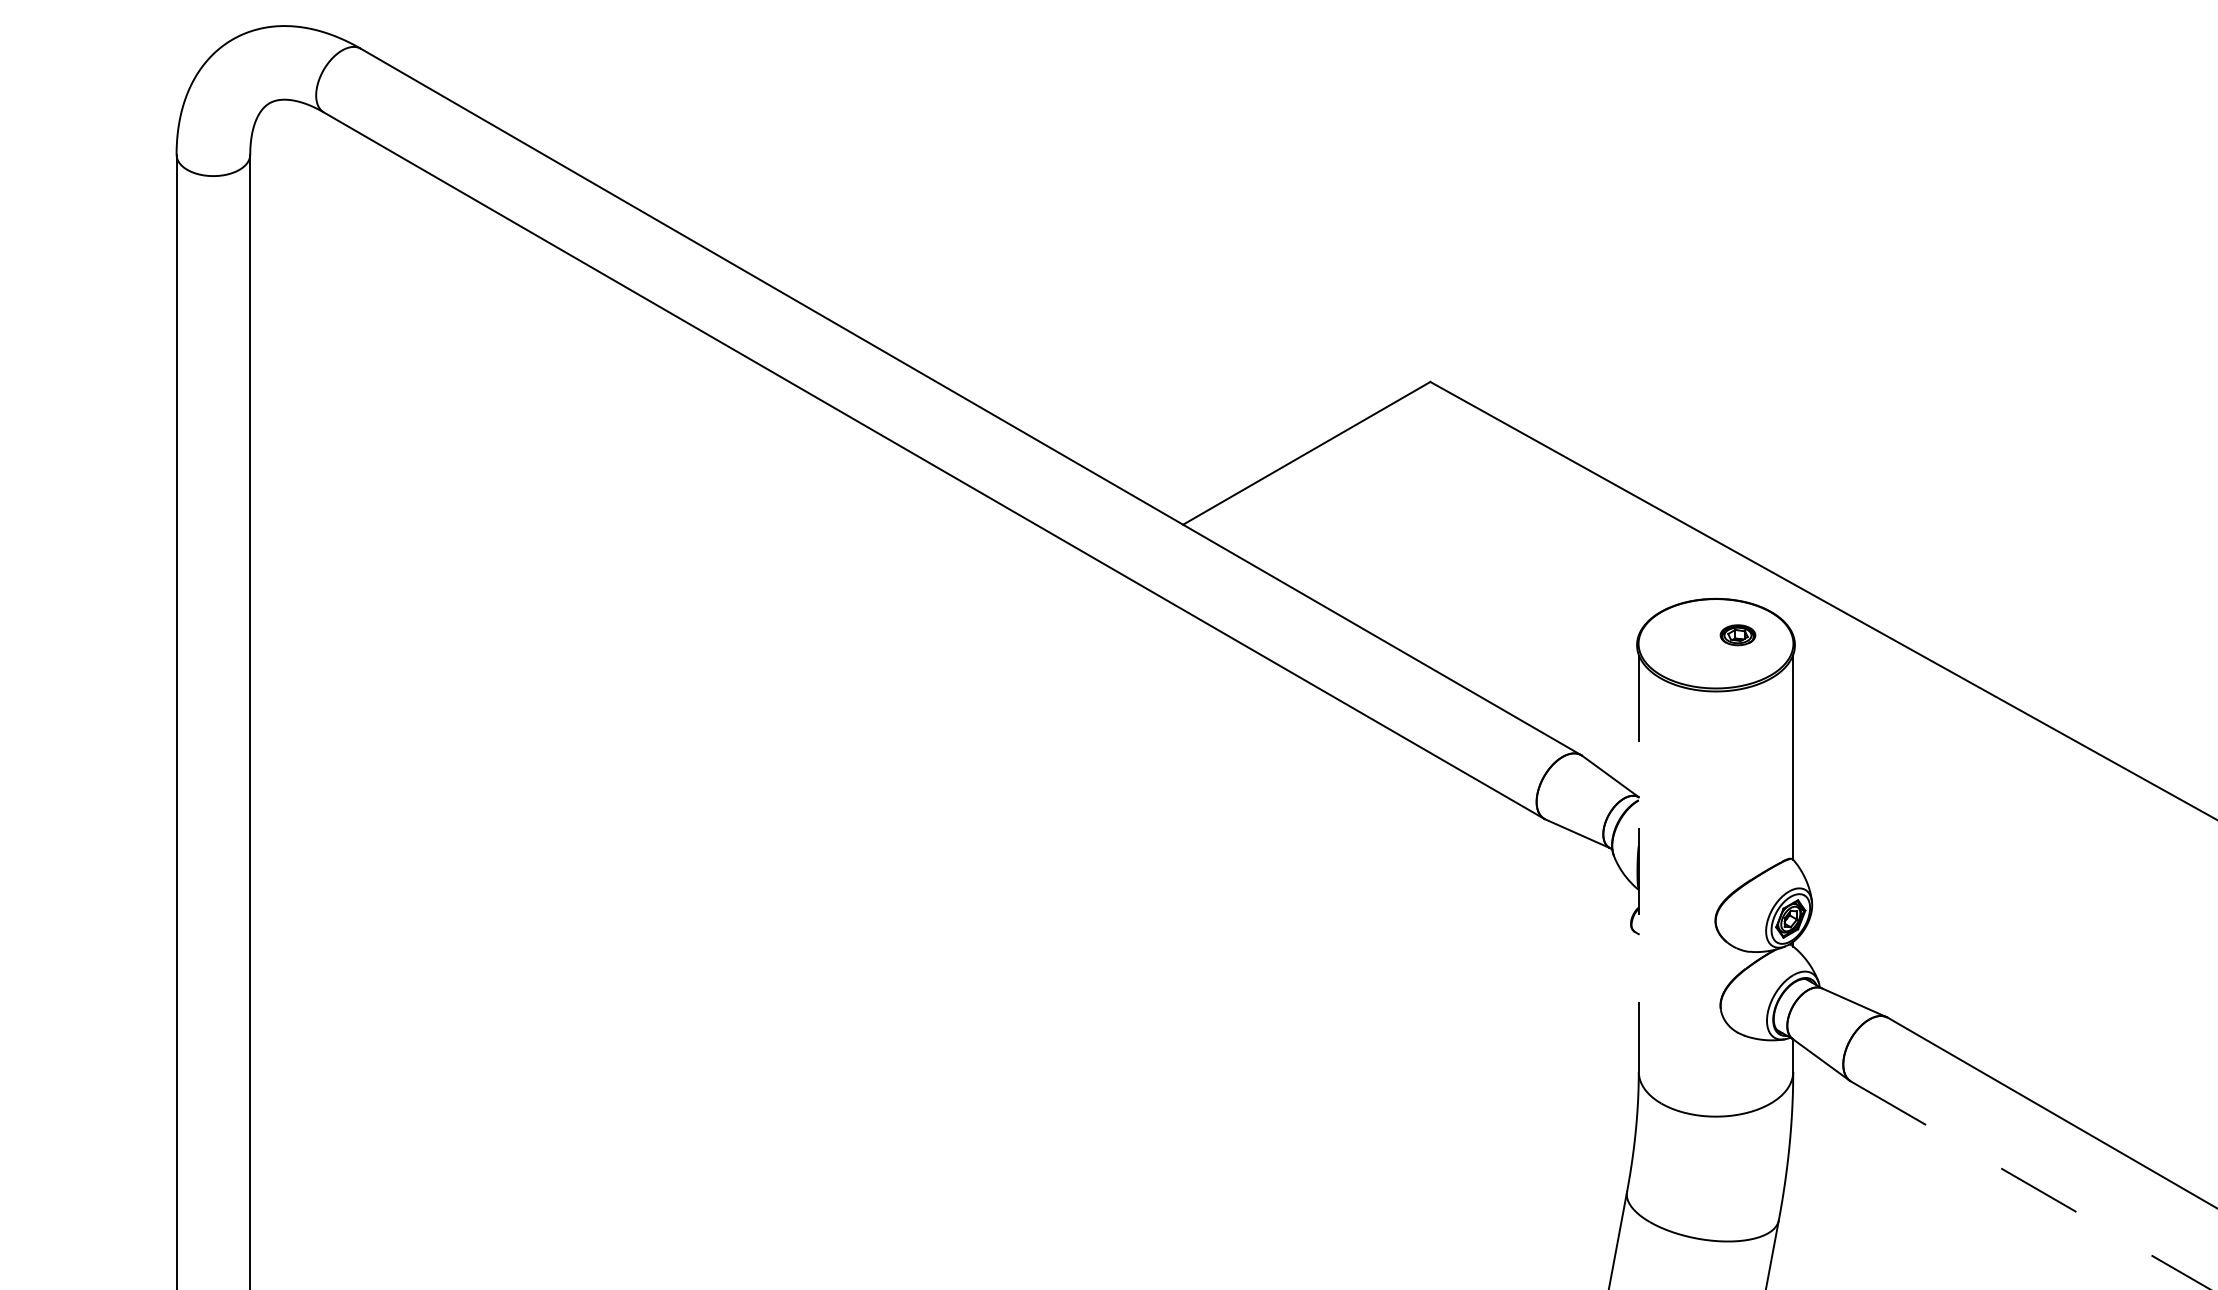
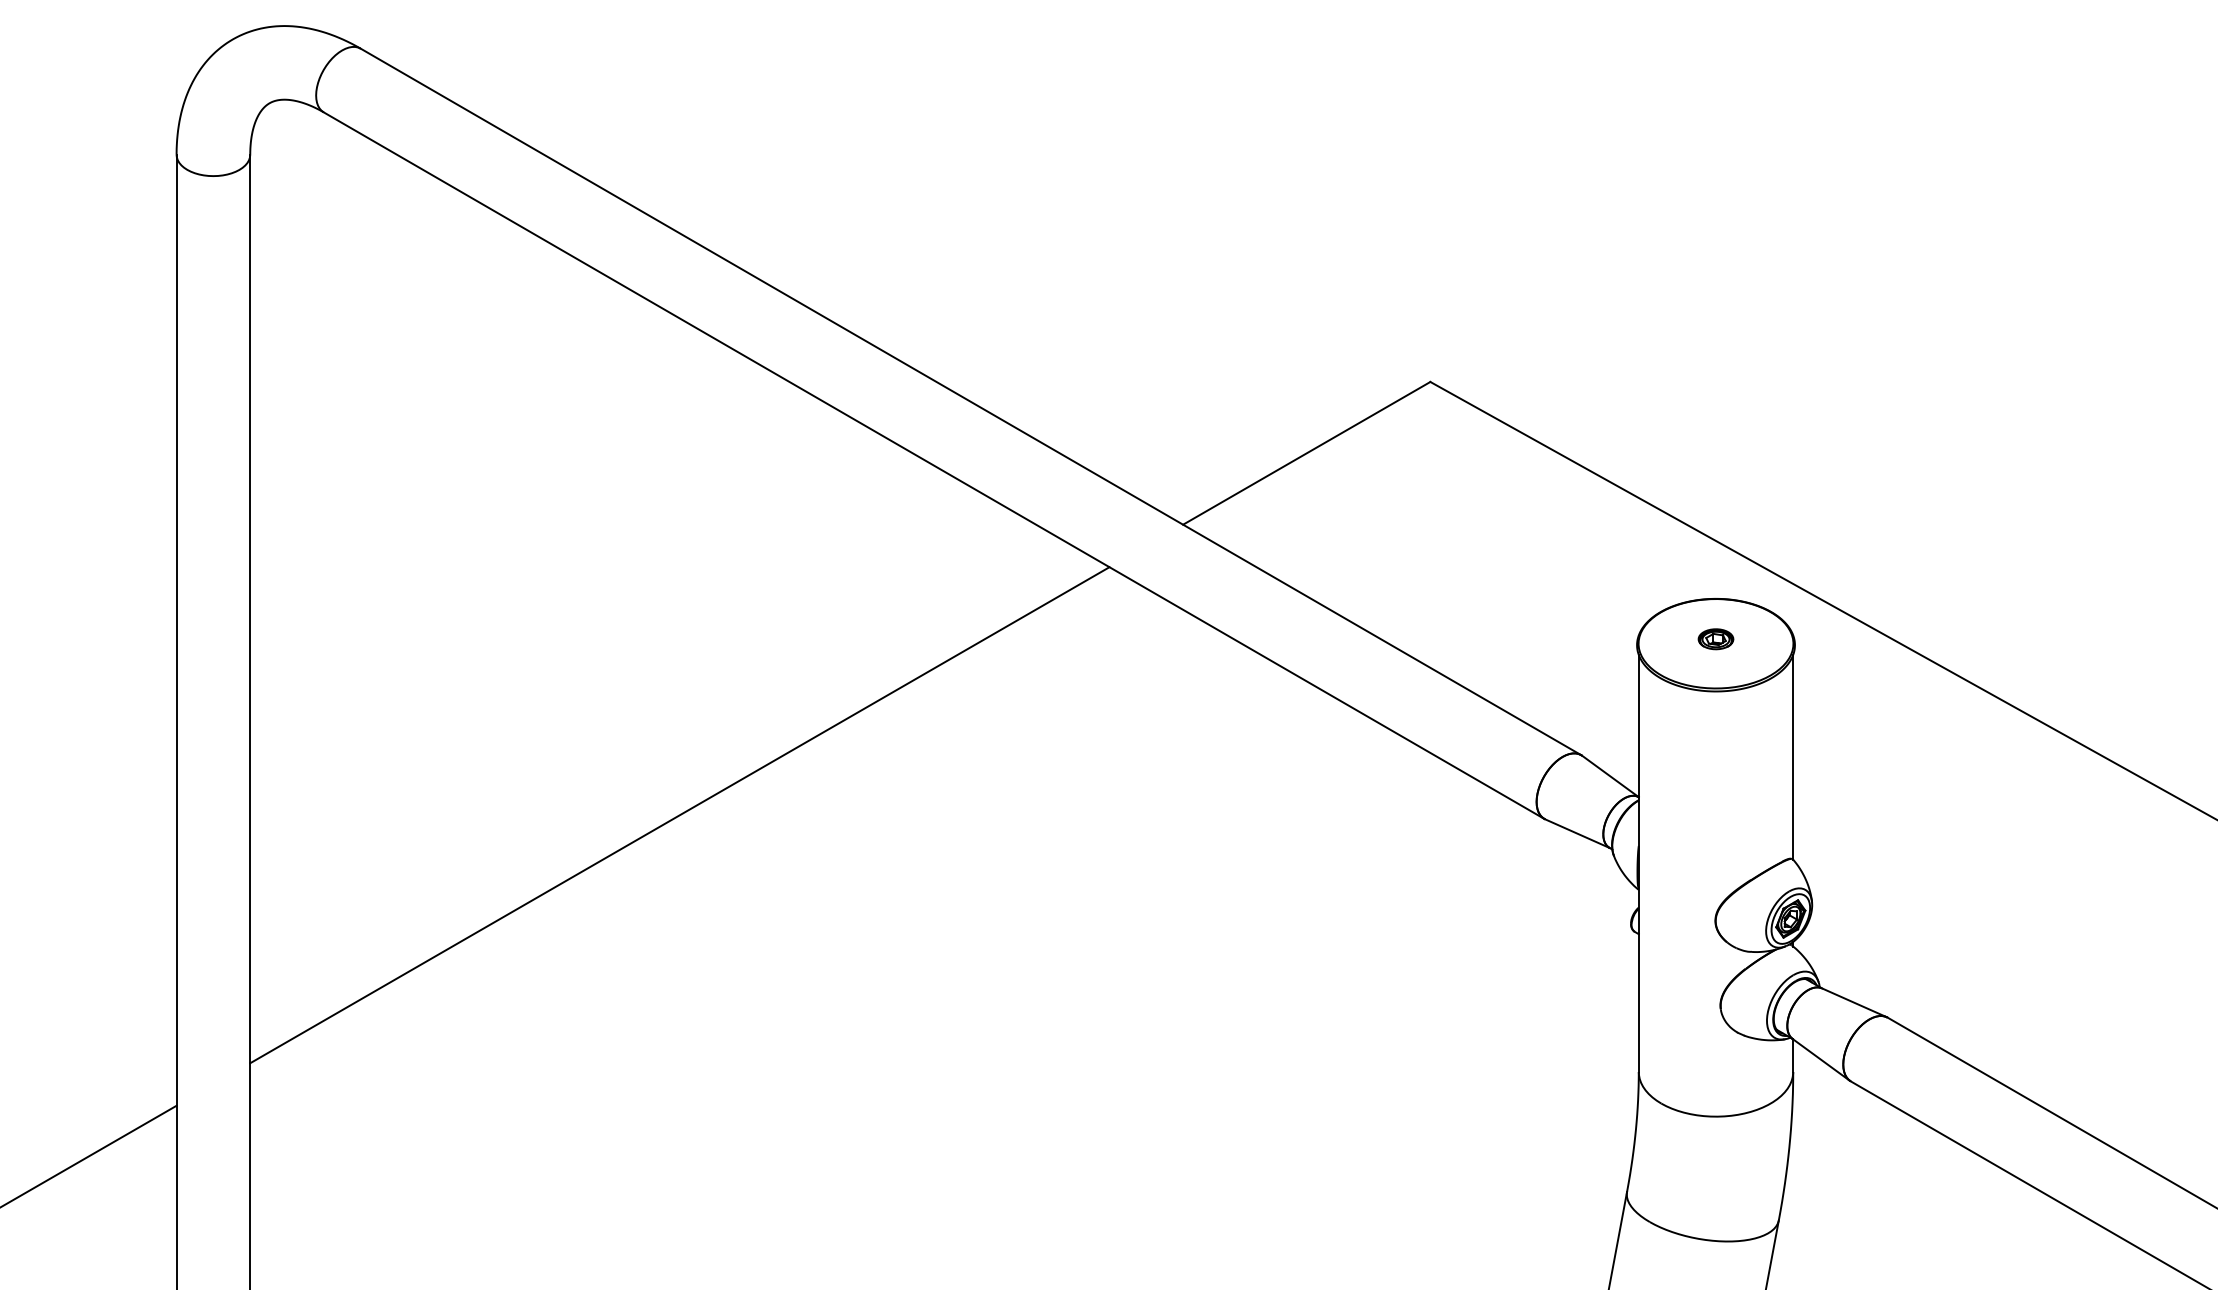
part at (1737, 635) position: (1737, 635) -> (1715, 639)
line at (679, 815): none -> present
line at (1638, 863): dashed -> solid
line at (89, 1155): none -> present
line at (2030, 1185): dashed -> solid
